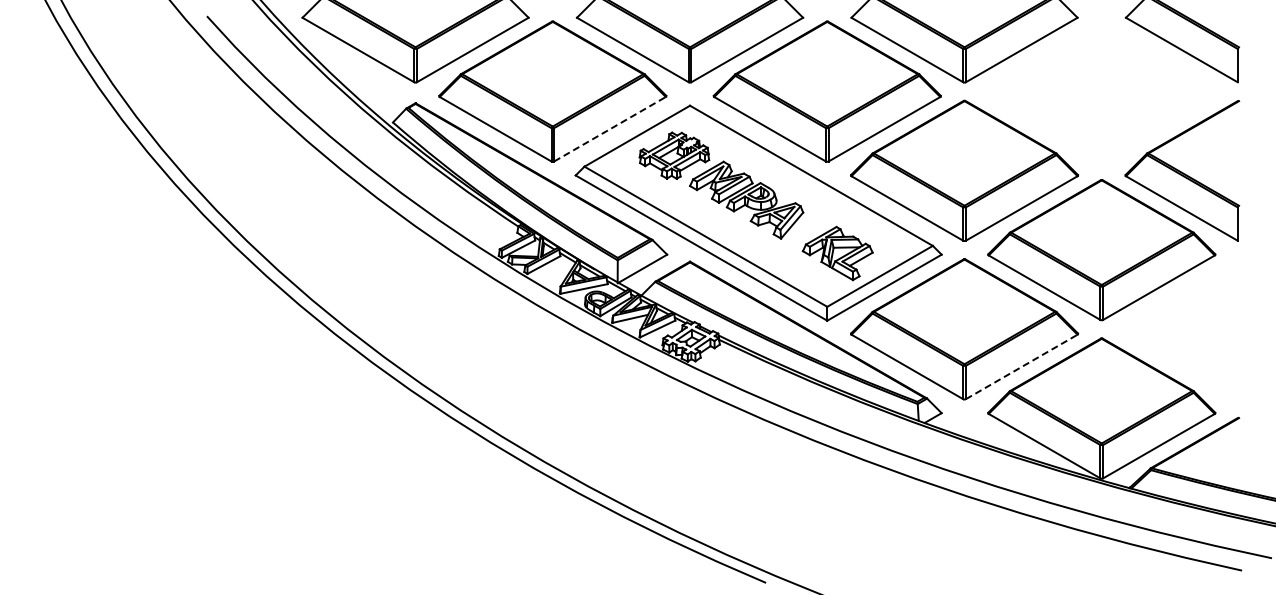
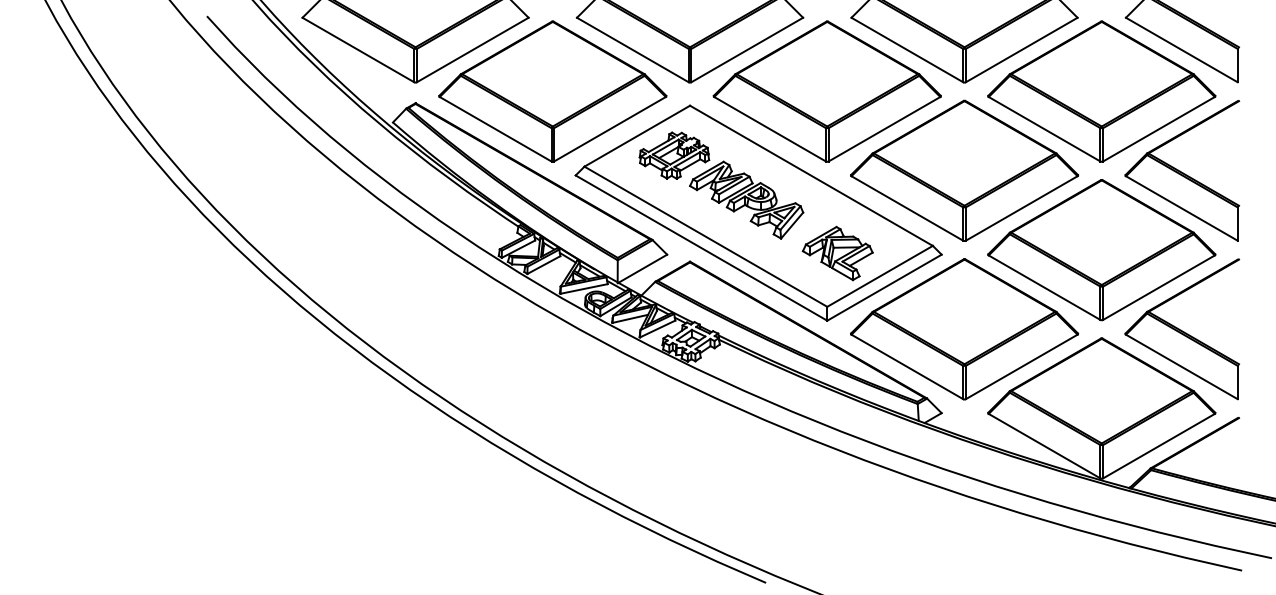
part at (1101, 91): none -> present
line at (610, 129): dashed -> solid
part at (1182, 329): none -> present
line at (1021, 366): dashed -> solid
